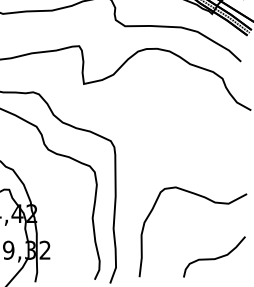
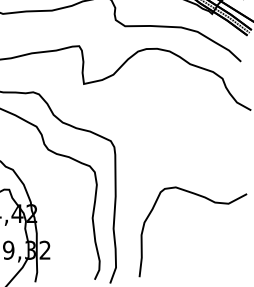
curve at (215, 257): present -> none
